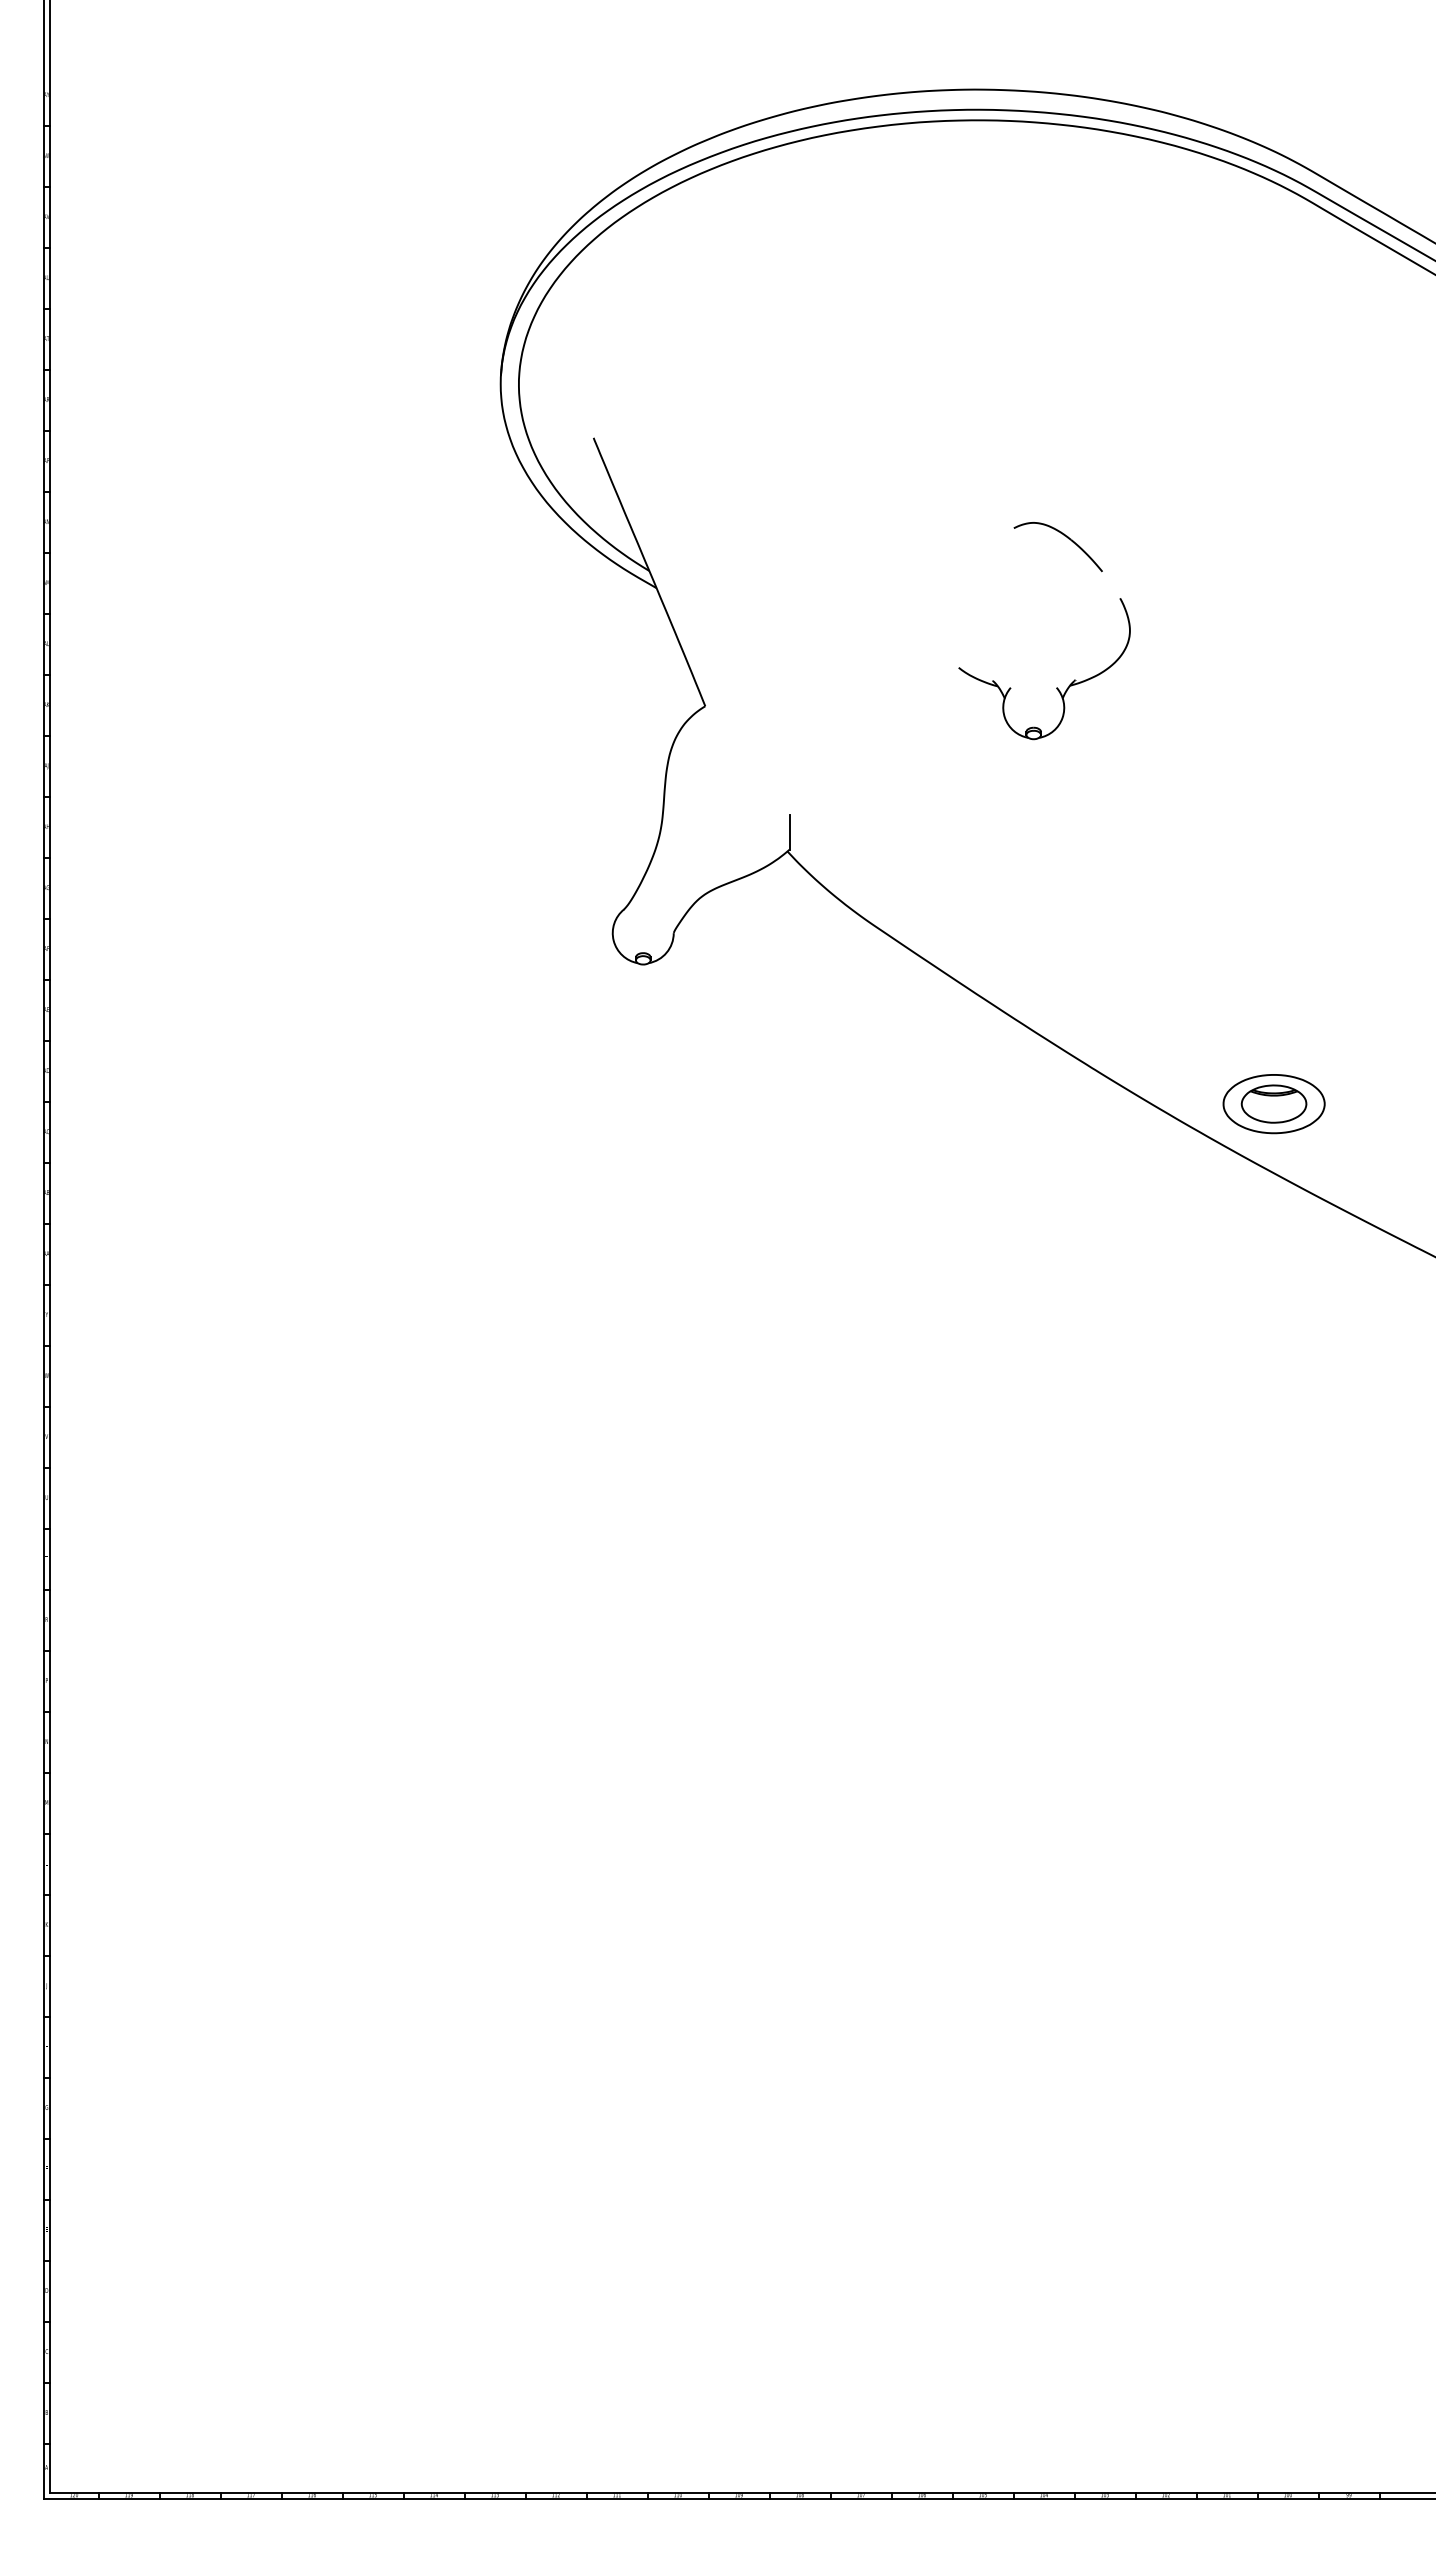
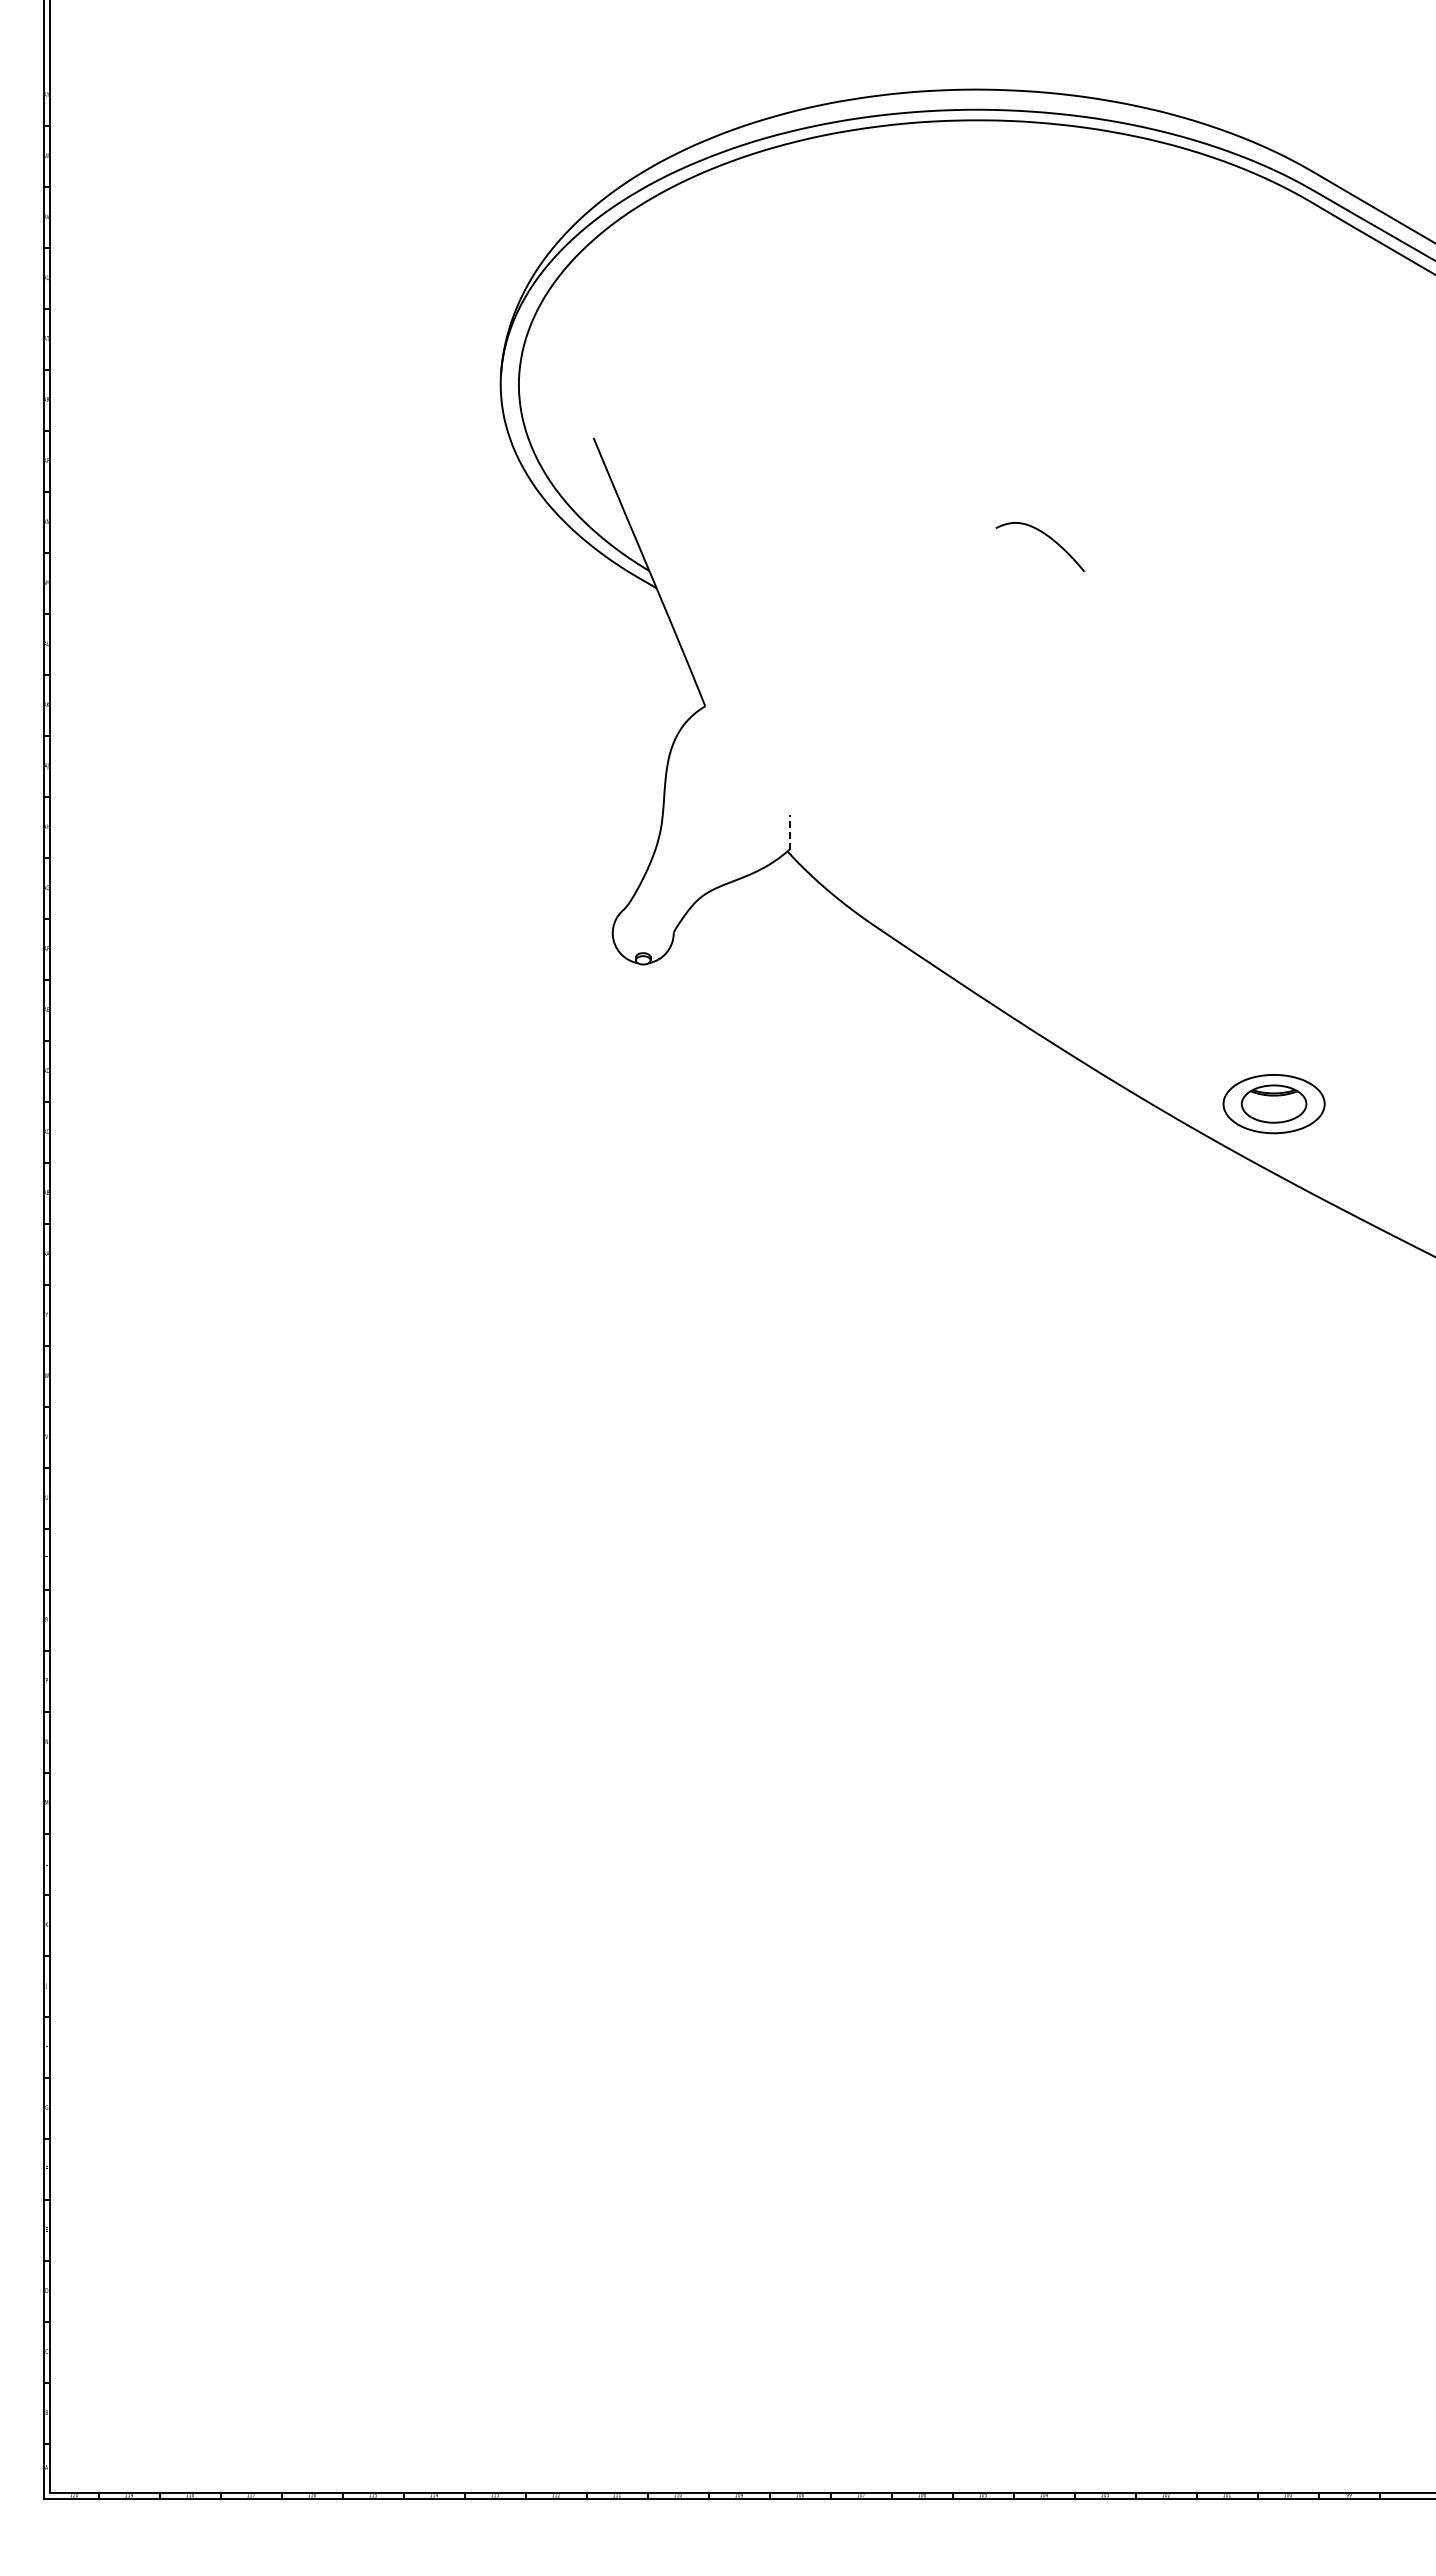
part at (1064, 536) position: (1064, 536) -> (1046, 536)
part at (1056, 687): present -> none
line at (789, 832): solid -> dashed
